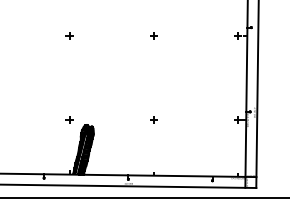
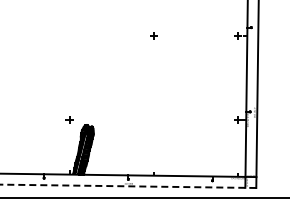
part at (69, 35): present -> none
part at (153, 119): present -> none
line at (128, 186): solid -> dashed
